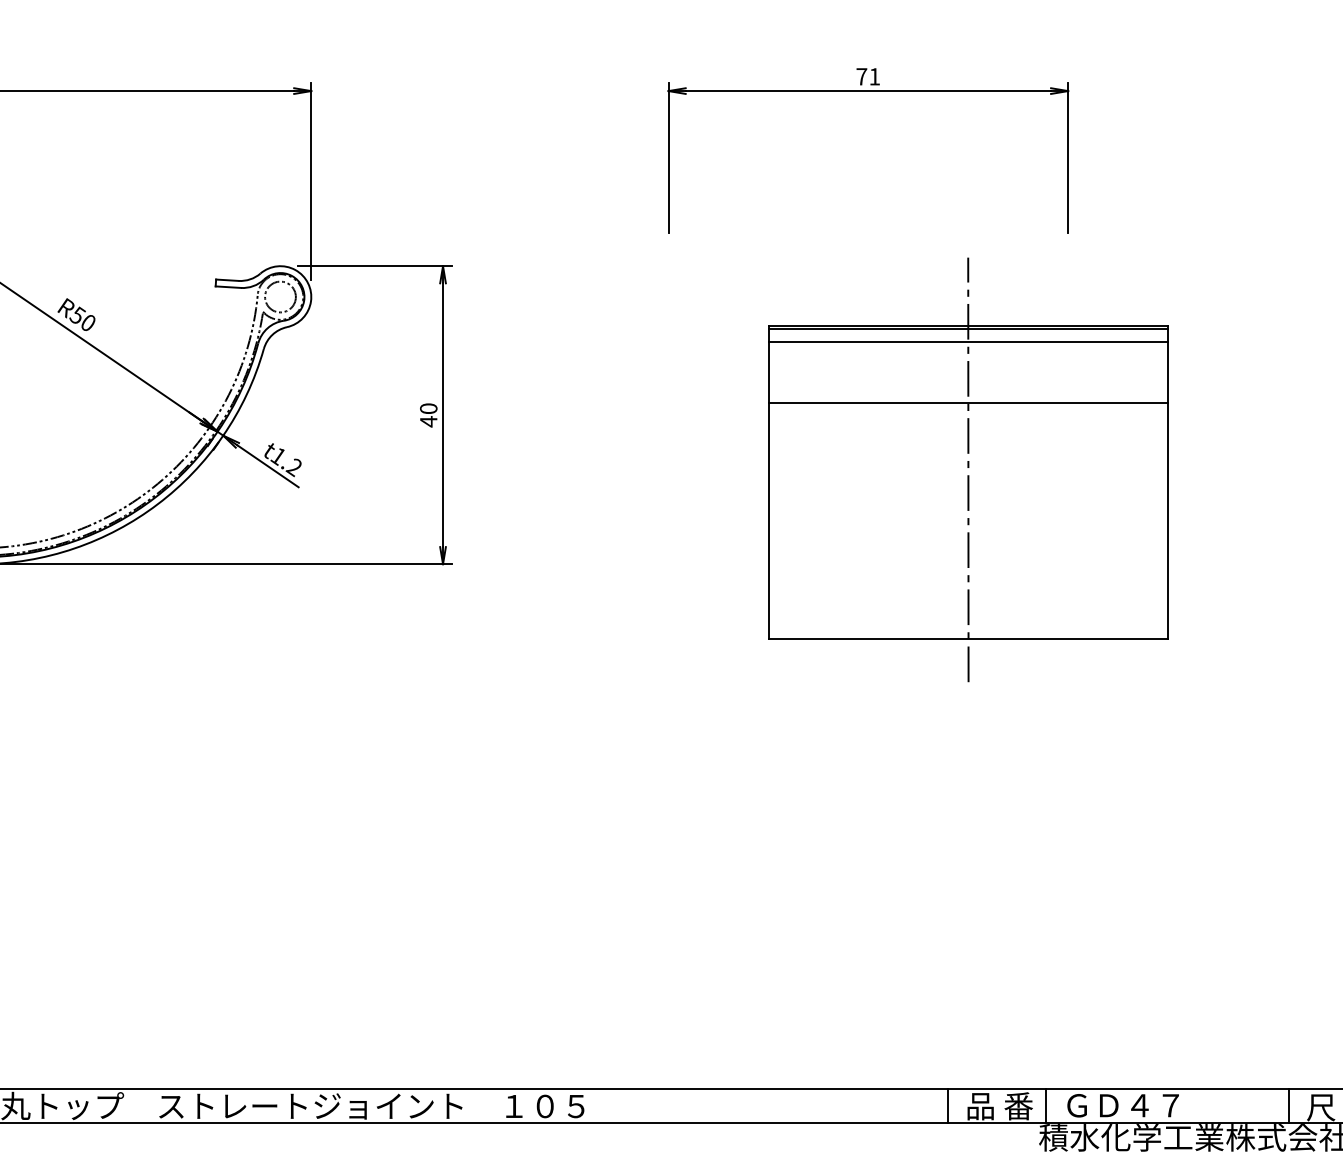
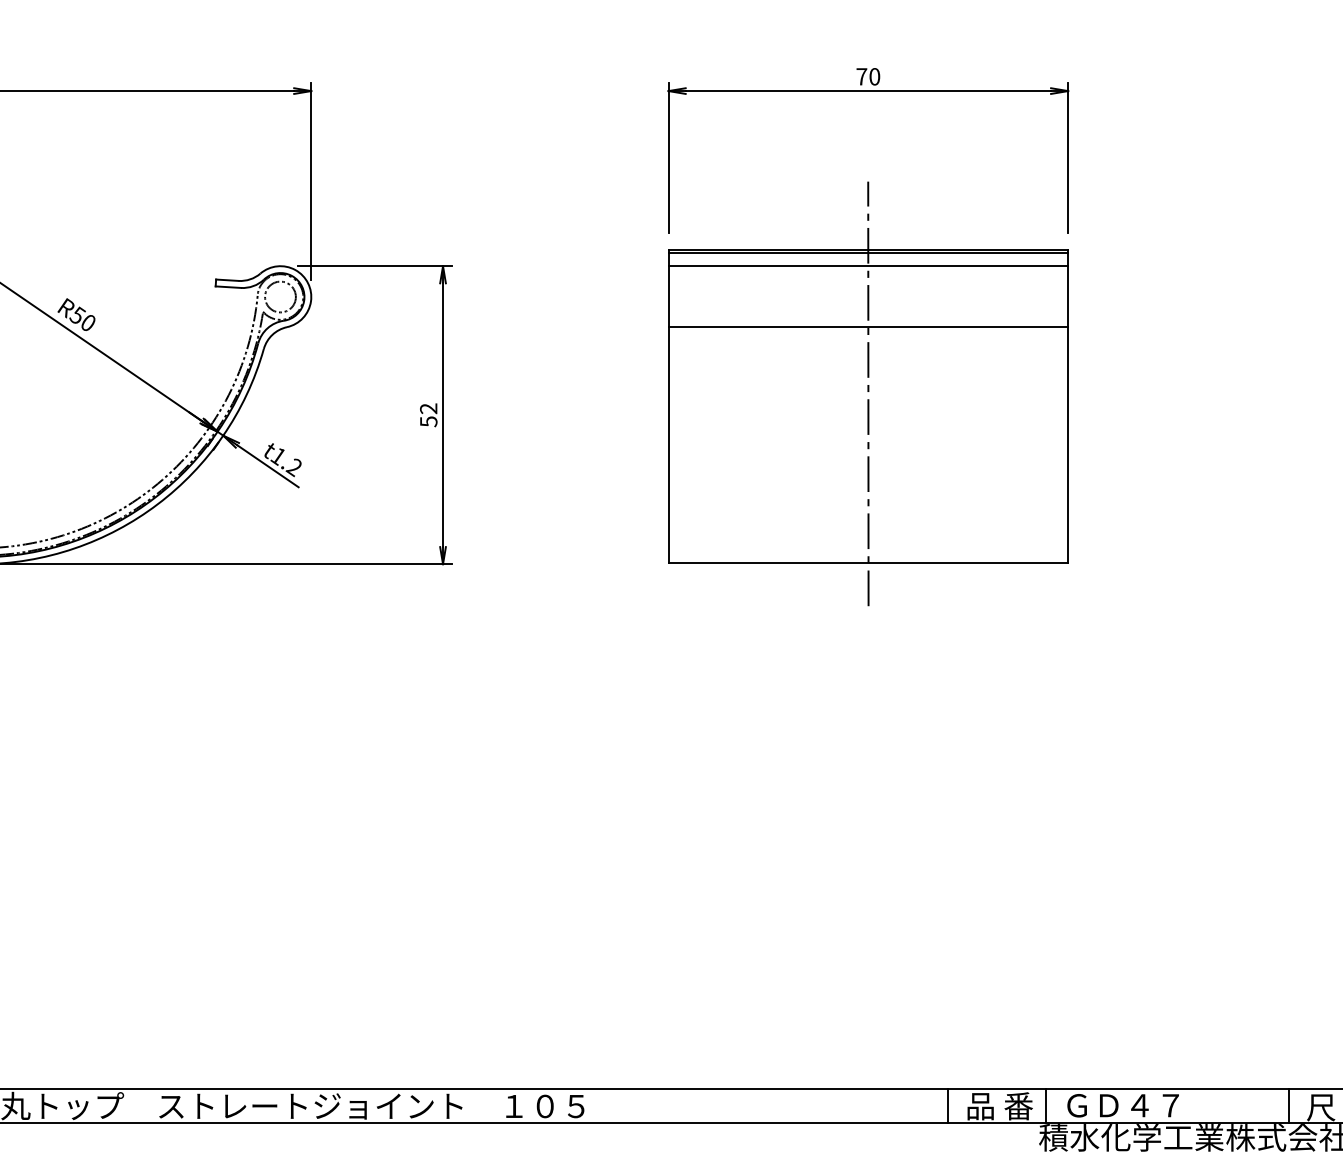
text at (874, 76): 71 -> 70
text at (428, 415): 40 -> 52
part at (968, 469) position: (968, 469) -> (868, 393)
